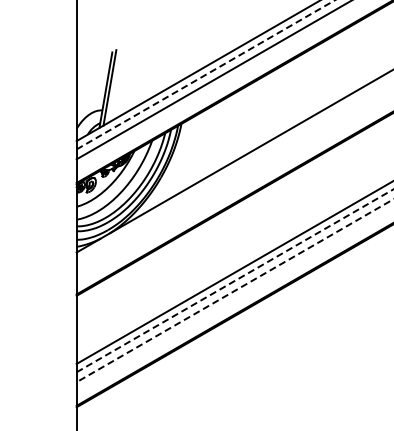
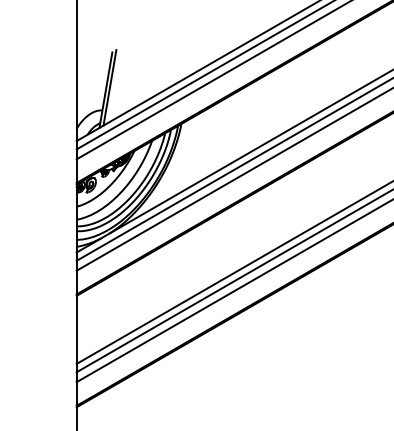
line at (205, 74): dashed -> solid
line at (233, 169): none -> present
line at (233, 179): none -> present
line at (235, 280): dashed -> solid
line at (235, 290): dashed -> solid
